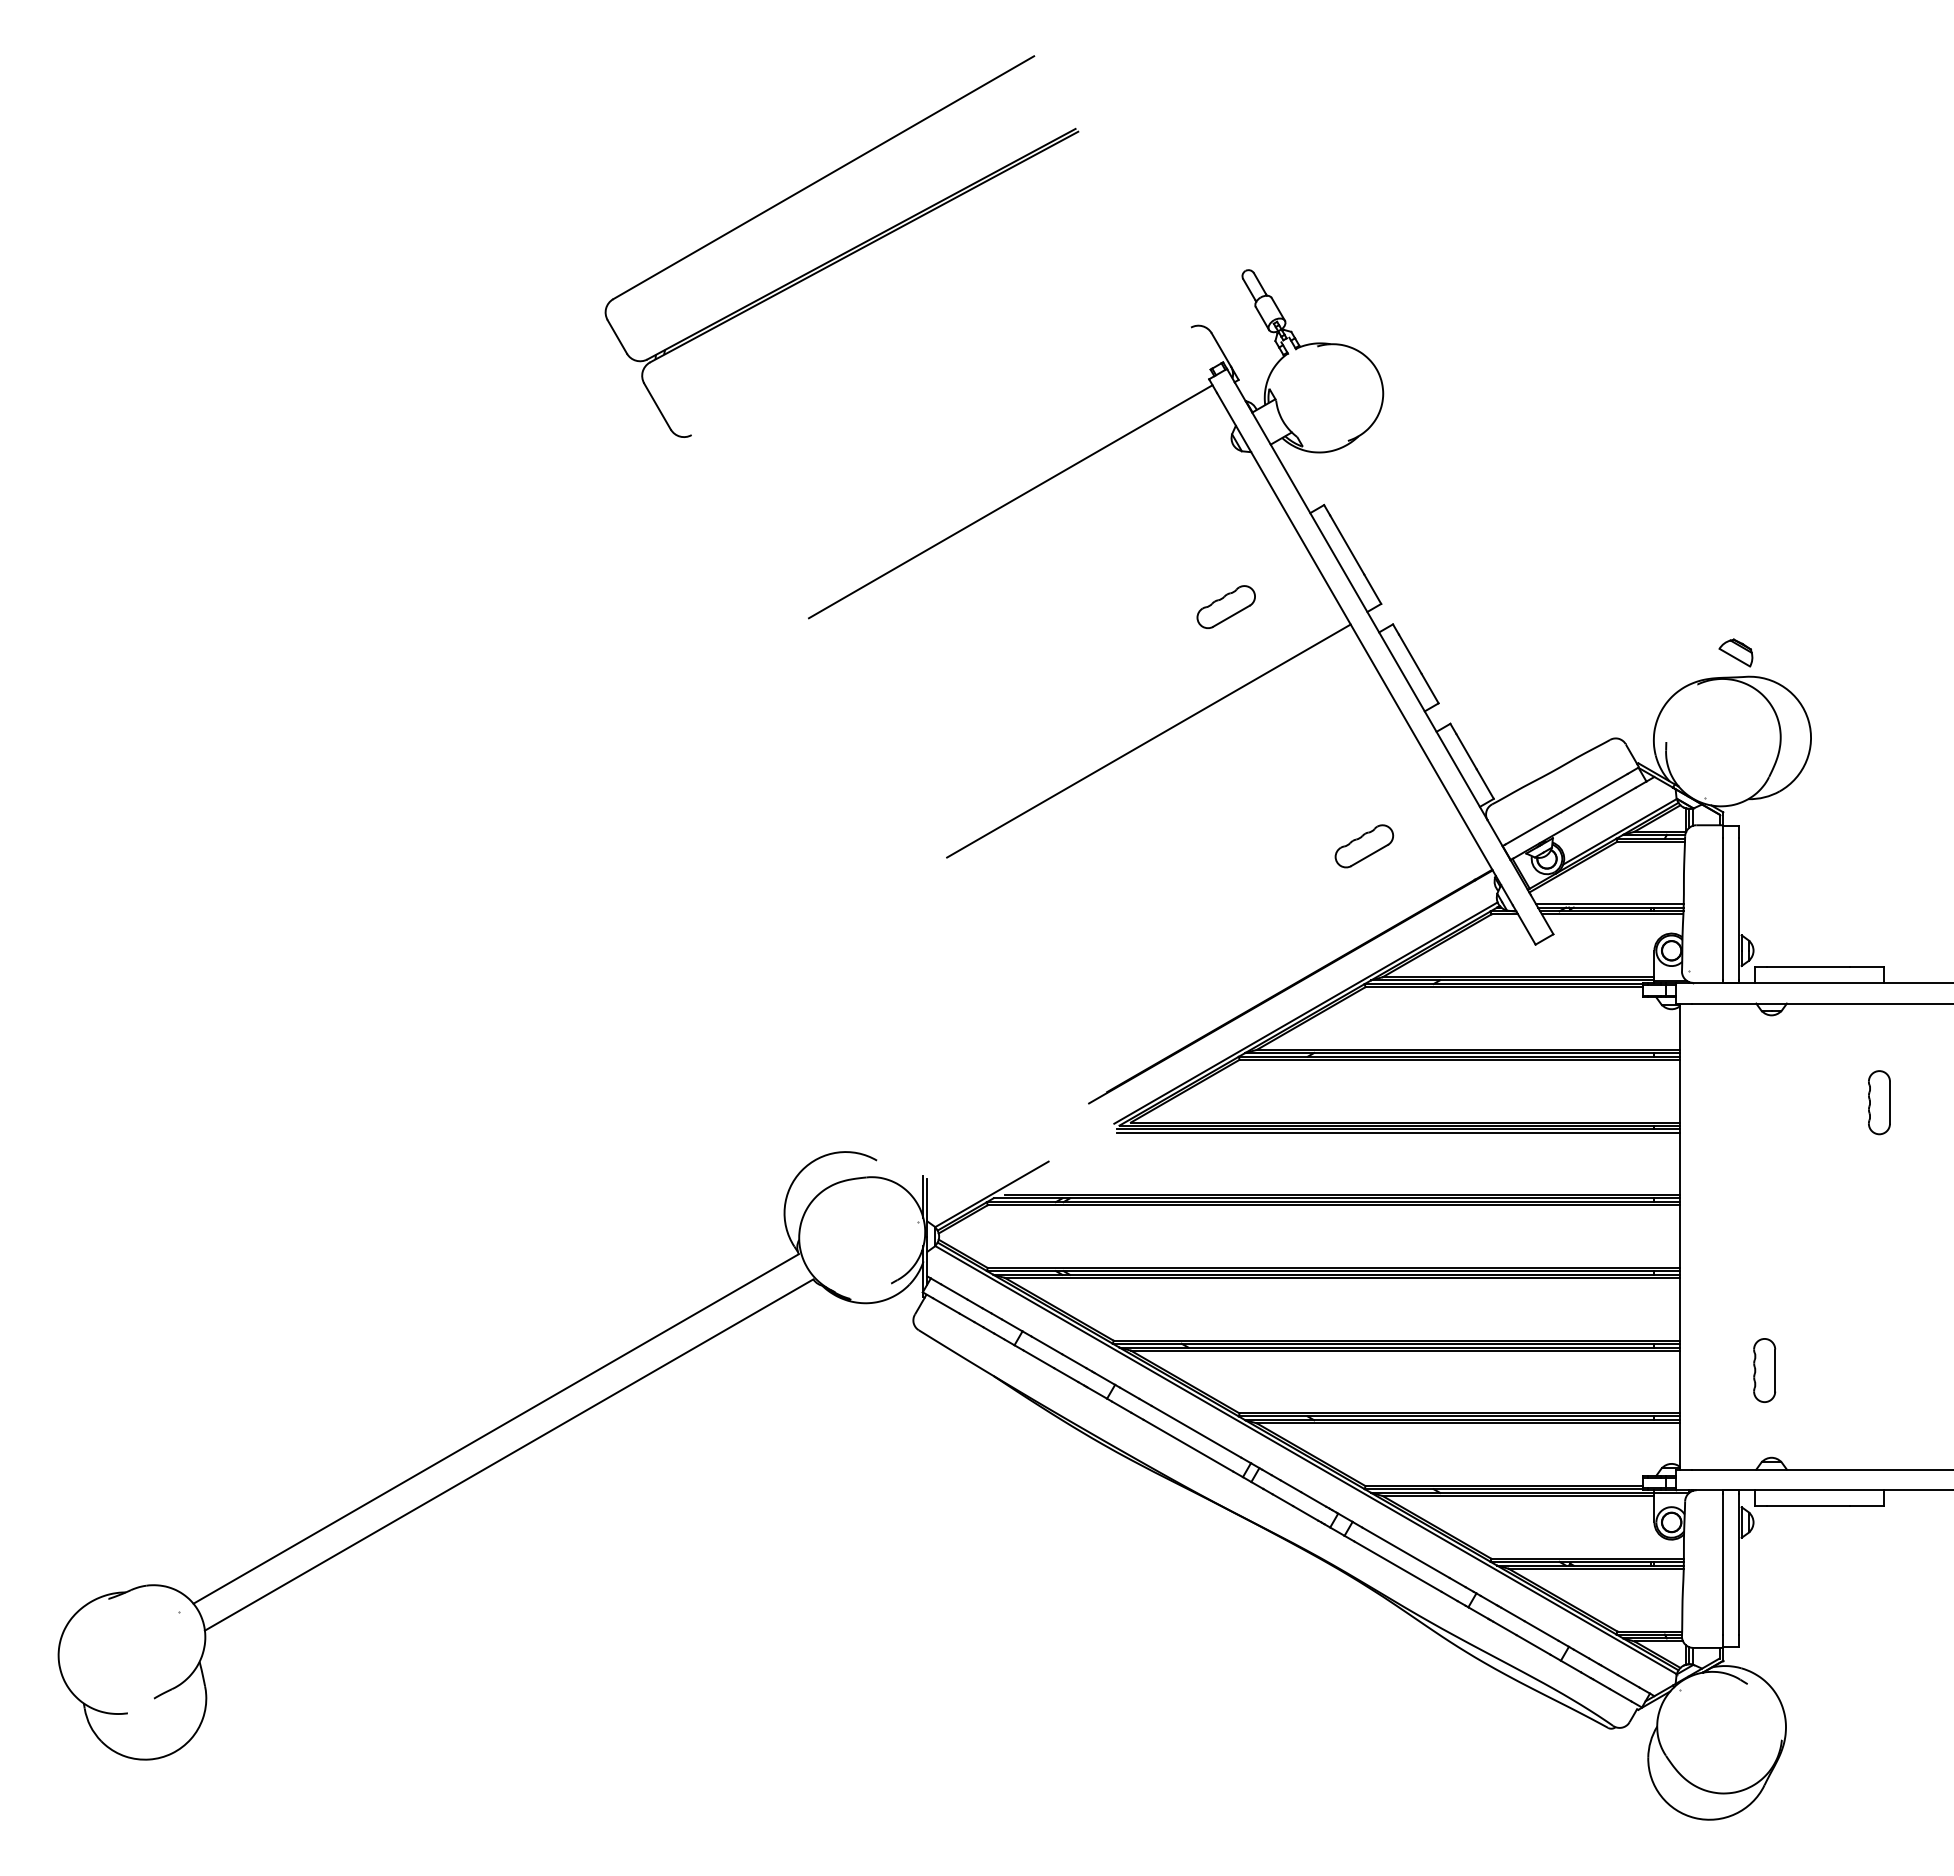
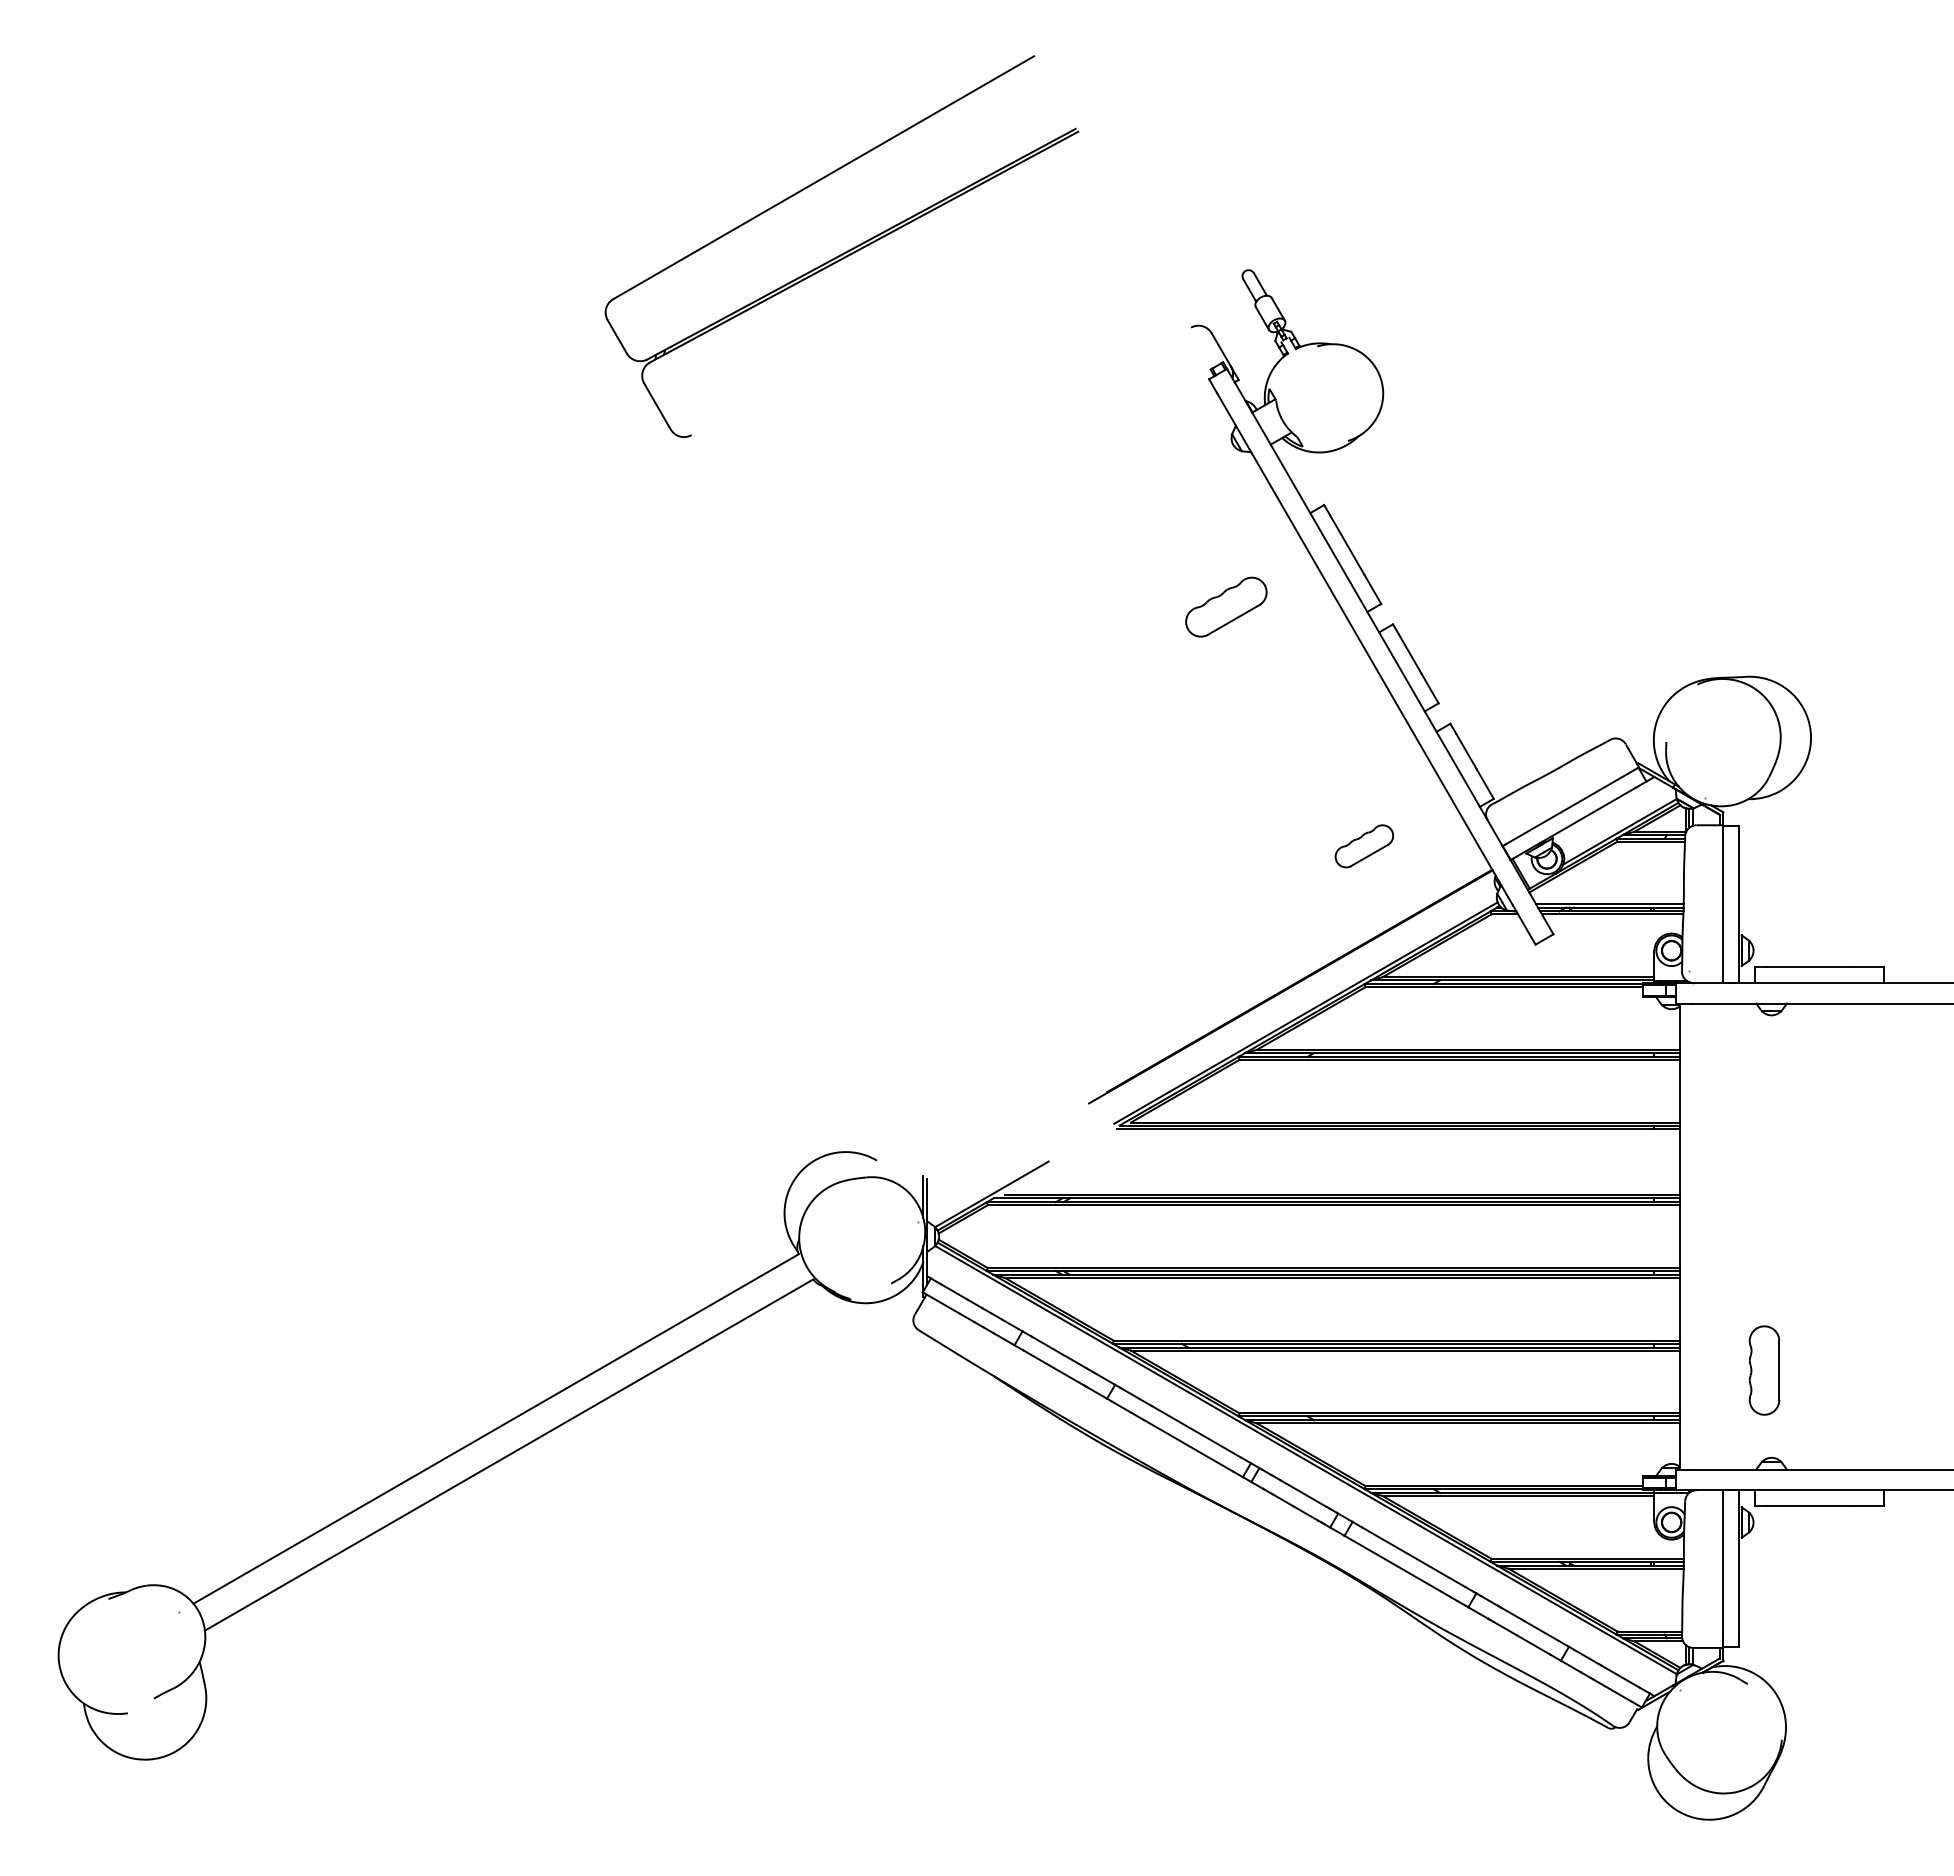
line at (1010, 501): present -> none
part at (1225, 606) size: 60x44 px -> 83x62 px
part at (1735, 652): present -> none
line at (1148, 740): present -> none
part at (1879, 1102): present -> none
line at (1398, 1132): present -> none
part at (1764, 1370) size: 24x65 px -> 33x91 px
